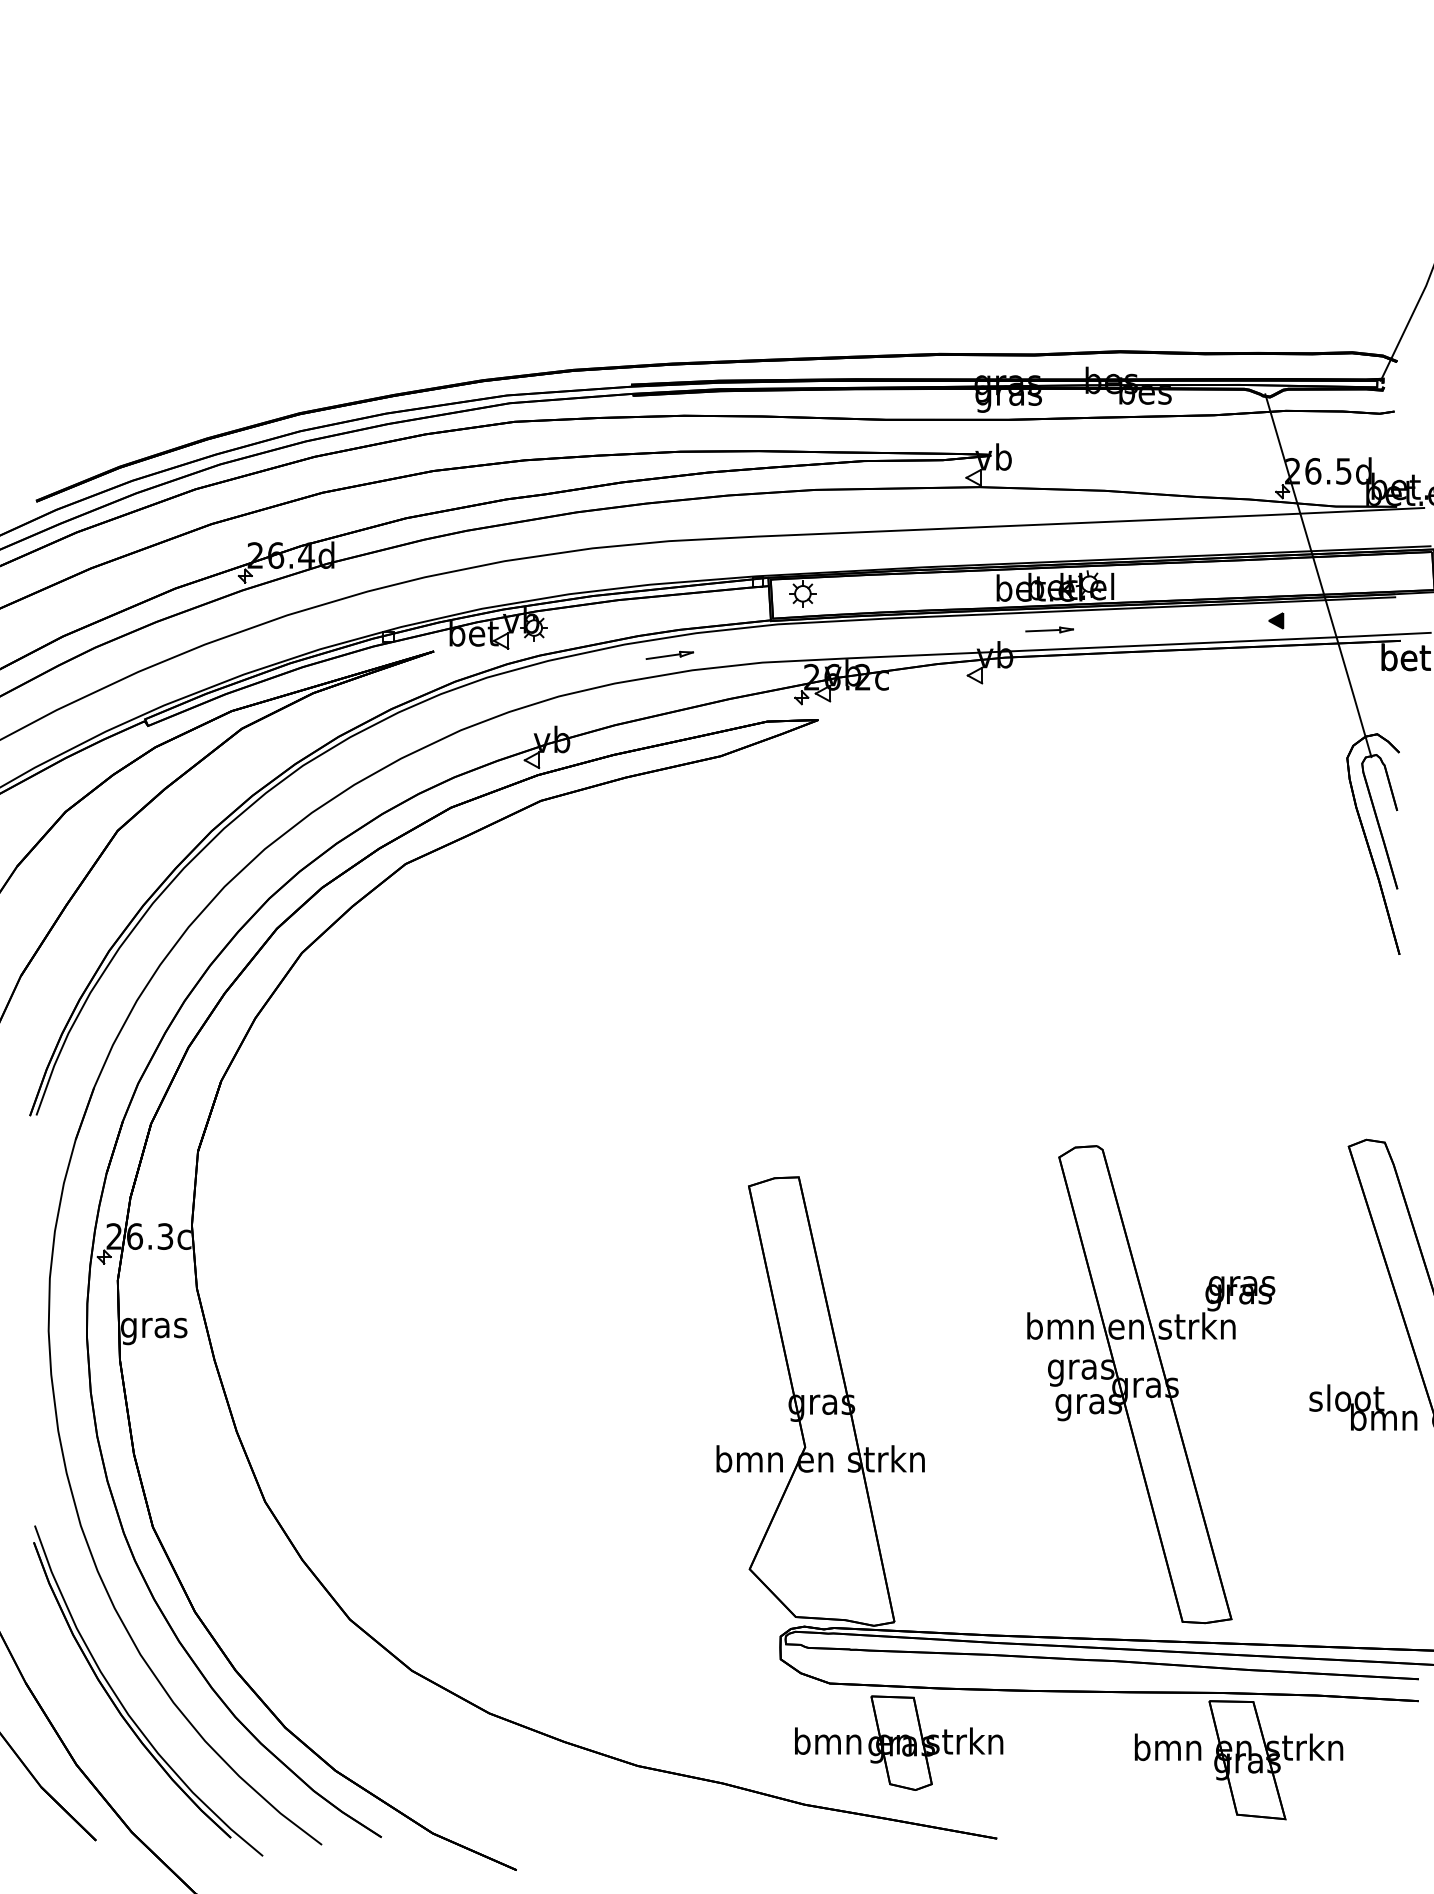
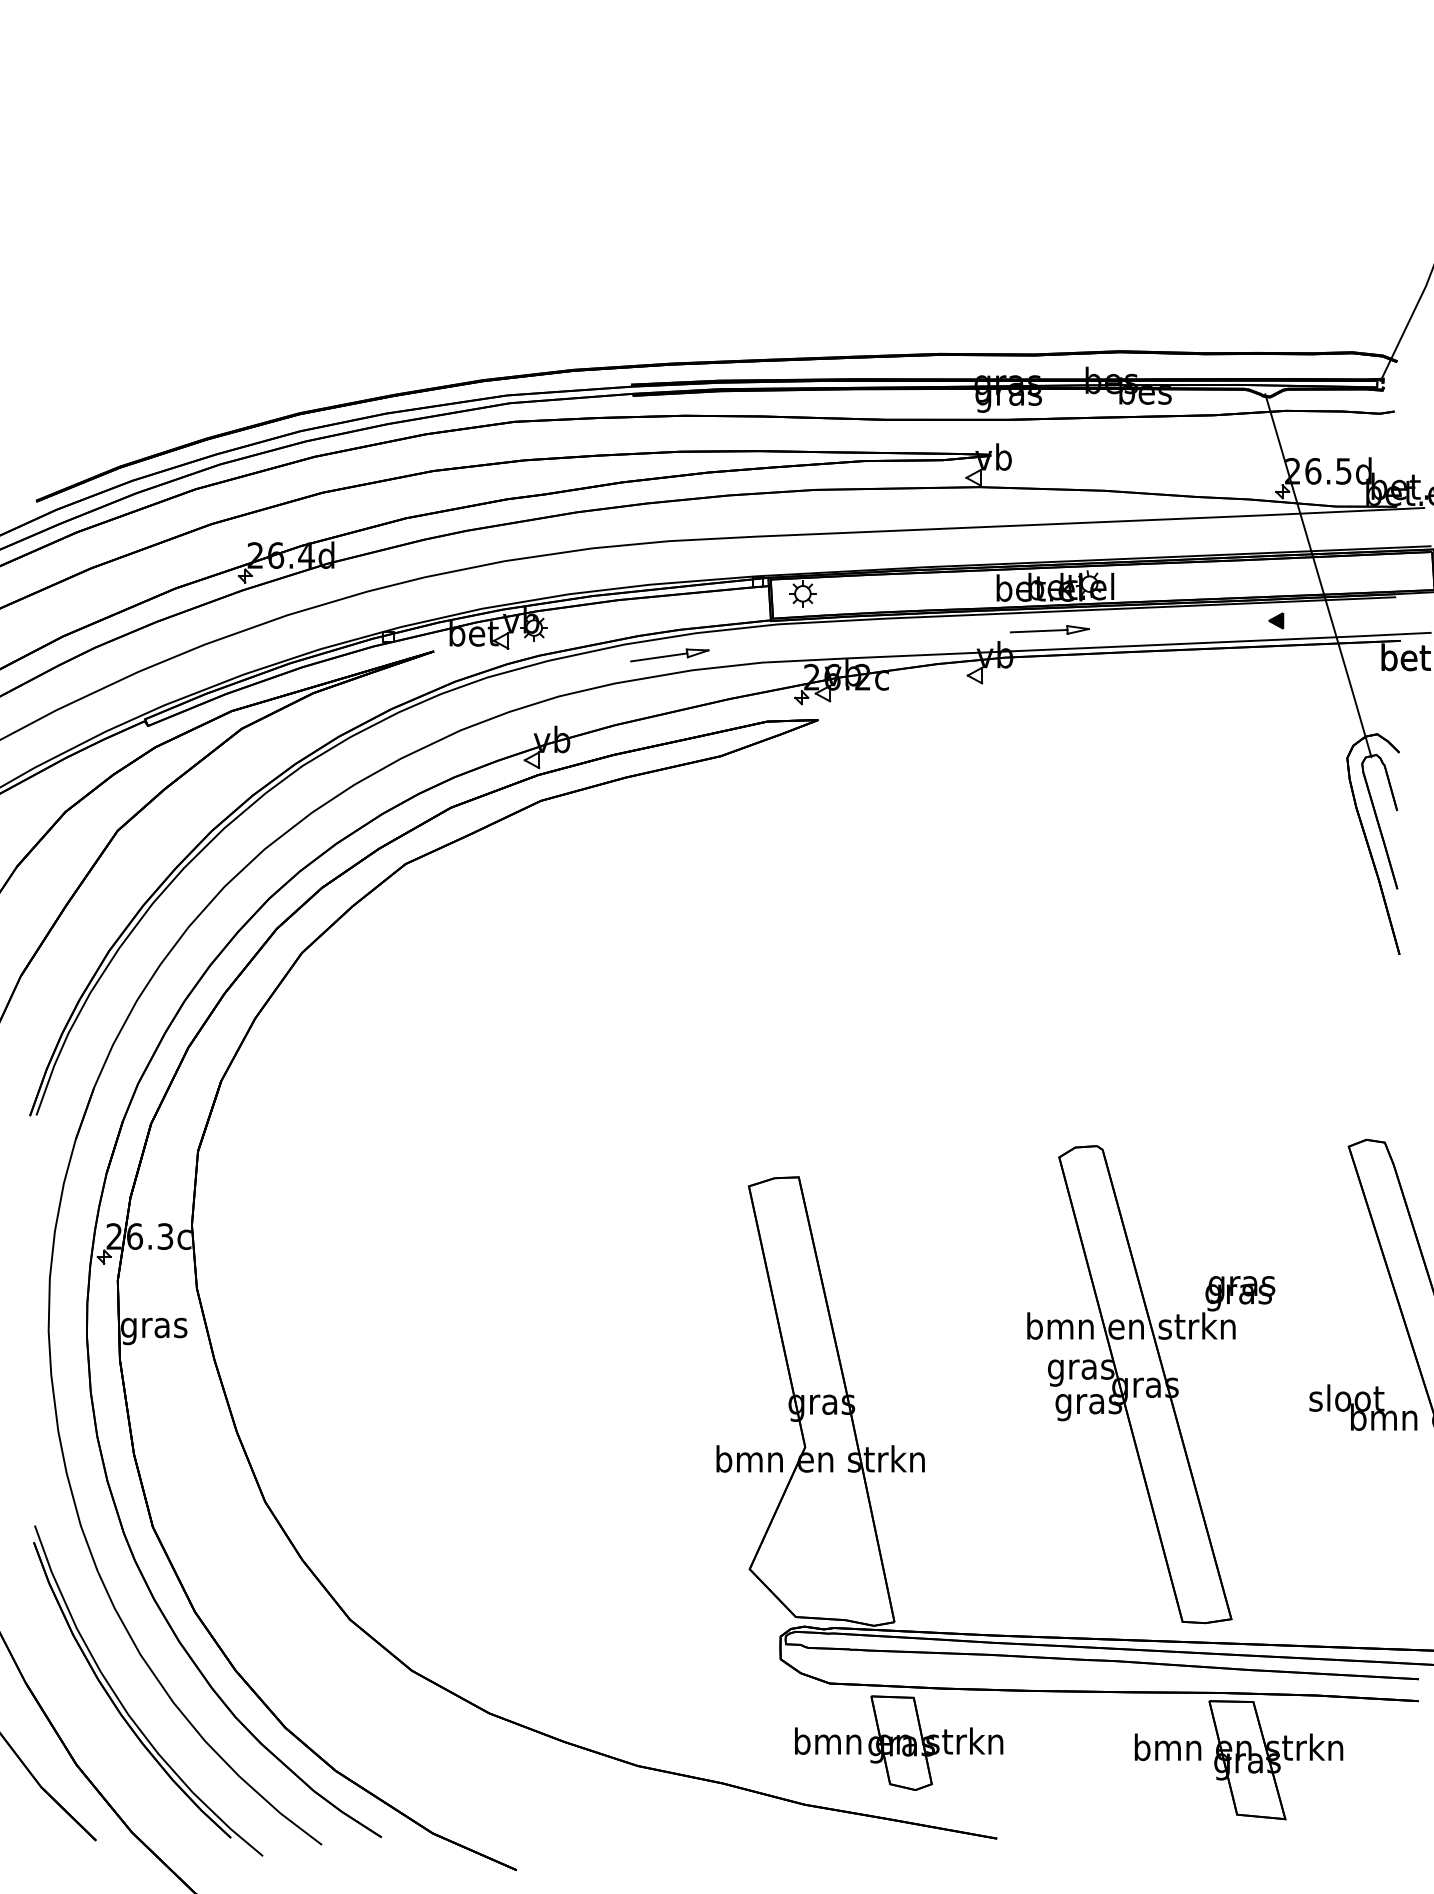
part at (1049, 629) size: 49x8 px -> 81x10 px
part at (669, 655) size: 50x9 px -> 80x15 px
